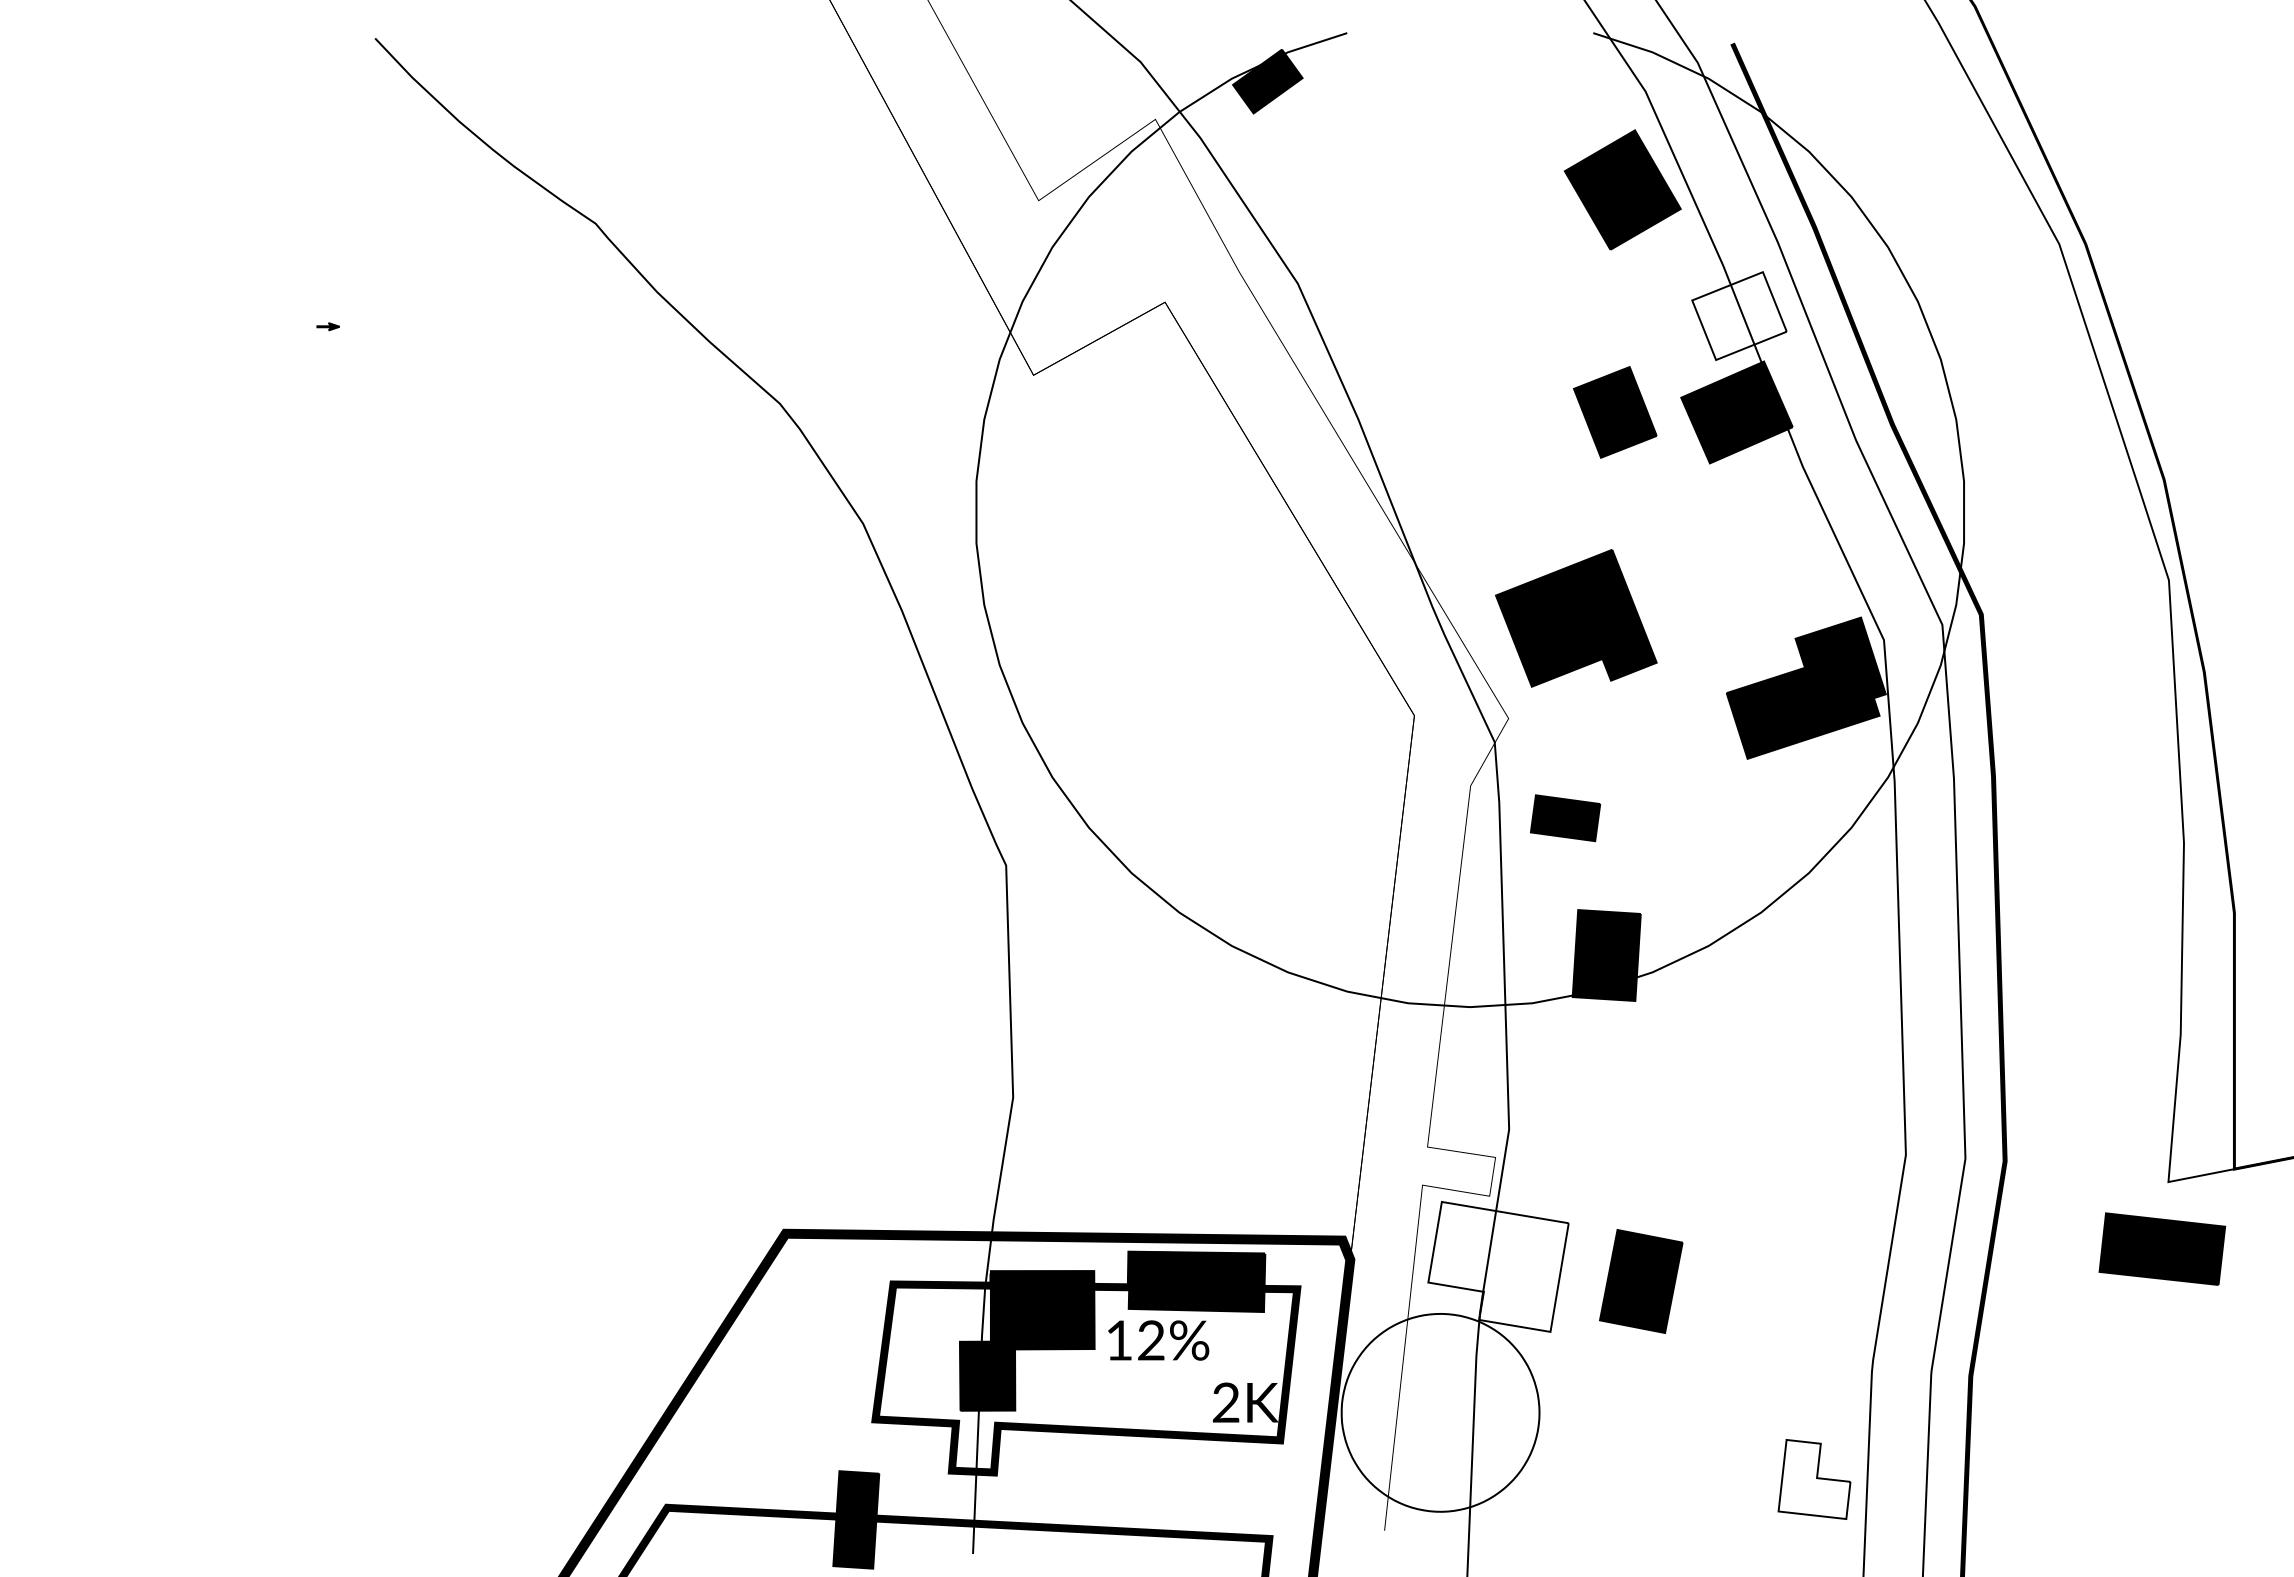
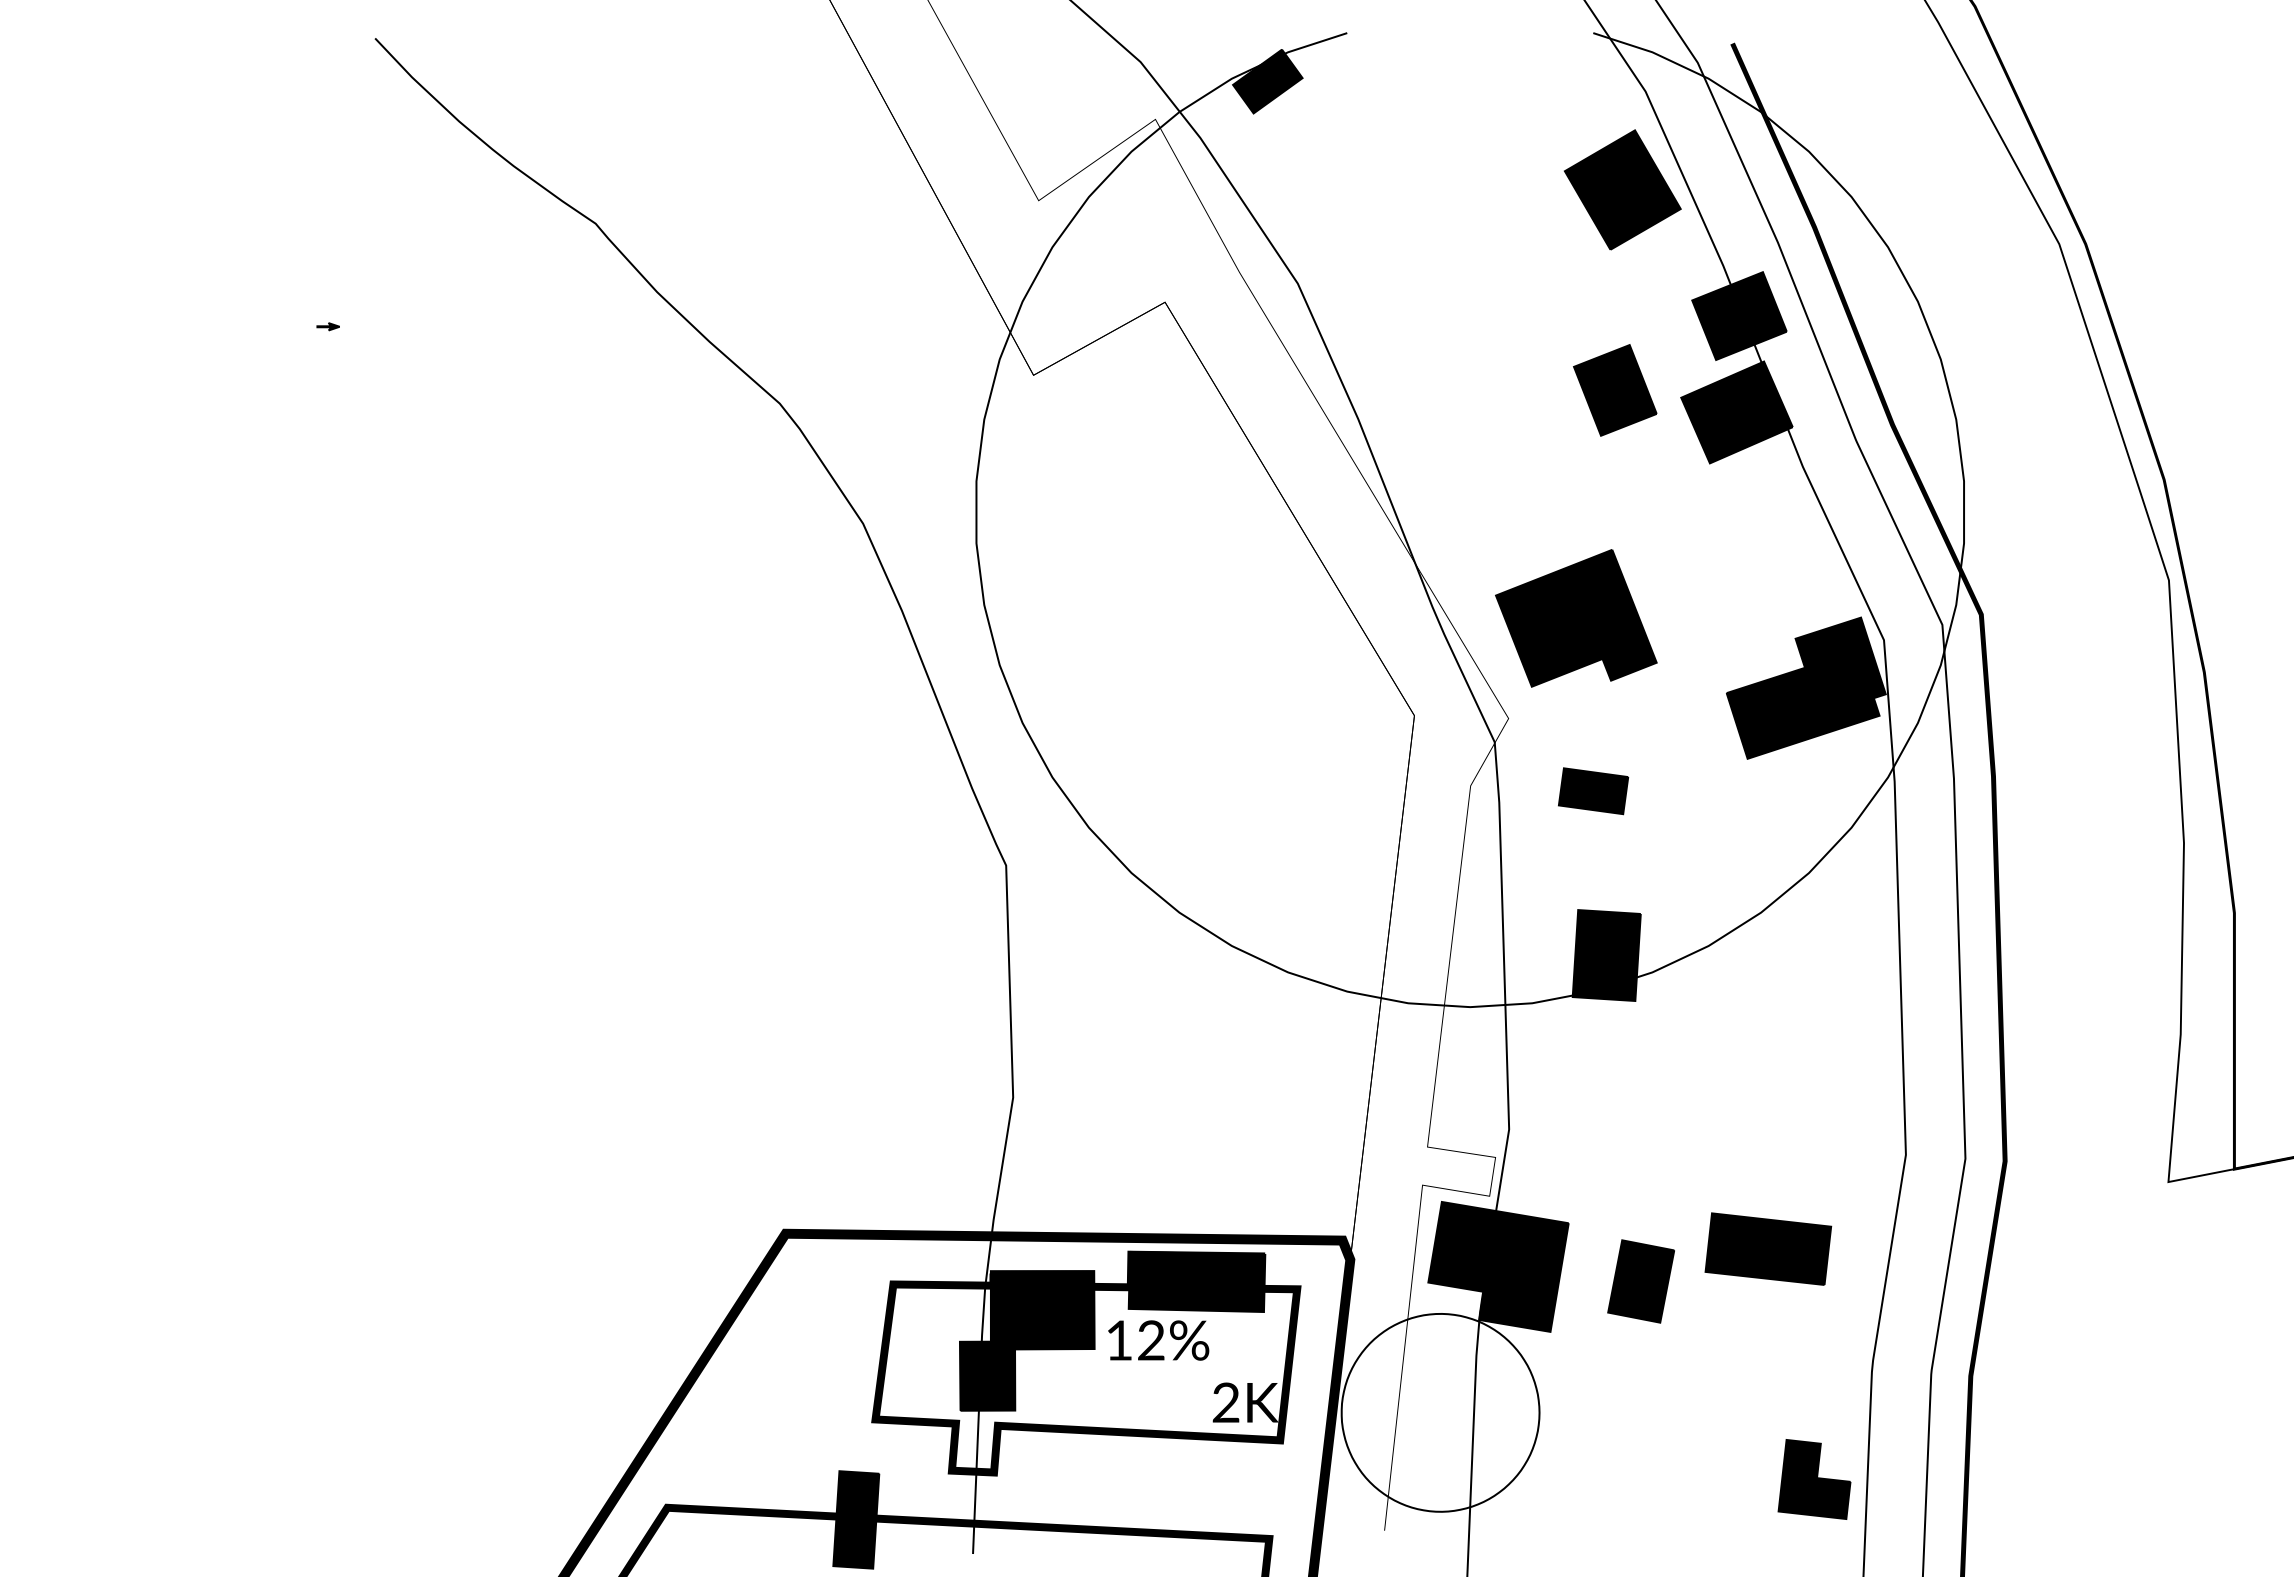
fill at (1739, 316): none -> present
part at (1615, 412) position: (1615, 412) -> (1615, 390)
part at (1565, 818) position: (1565, 818) -> (1593, 791)
part at (2162, 1248) position: (2162, 1248) -> (1768, 1248)
fill at (1498, 1266): none -> present
part at (1641, 1281) size: 85x105 px -> 68x85 px
fill at (1814, 1479): none -> present
